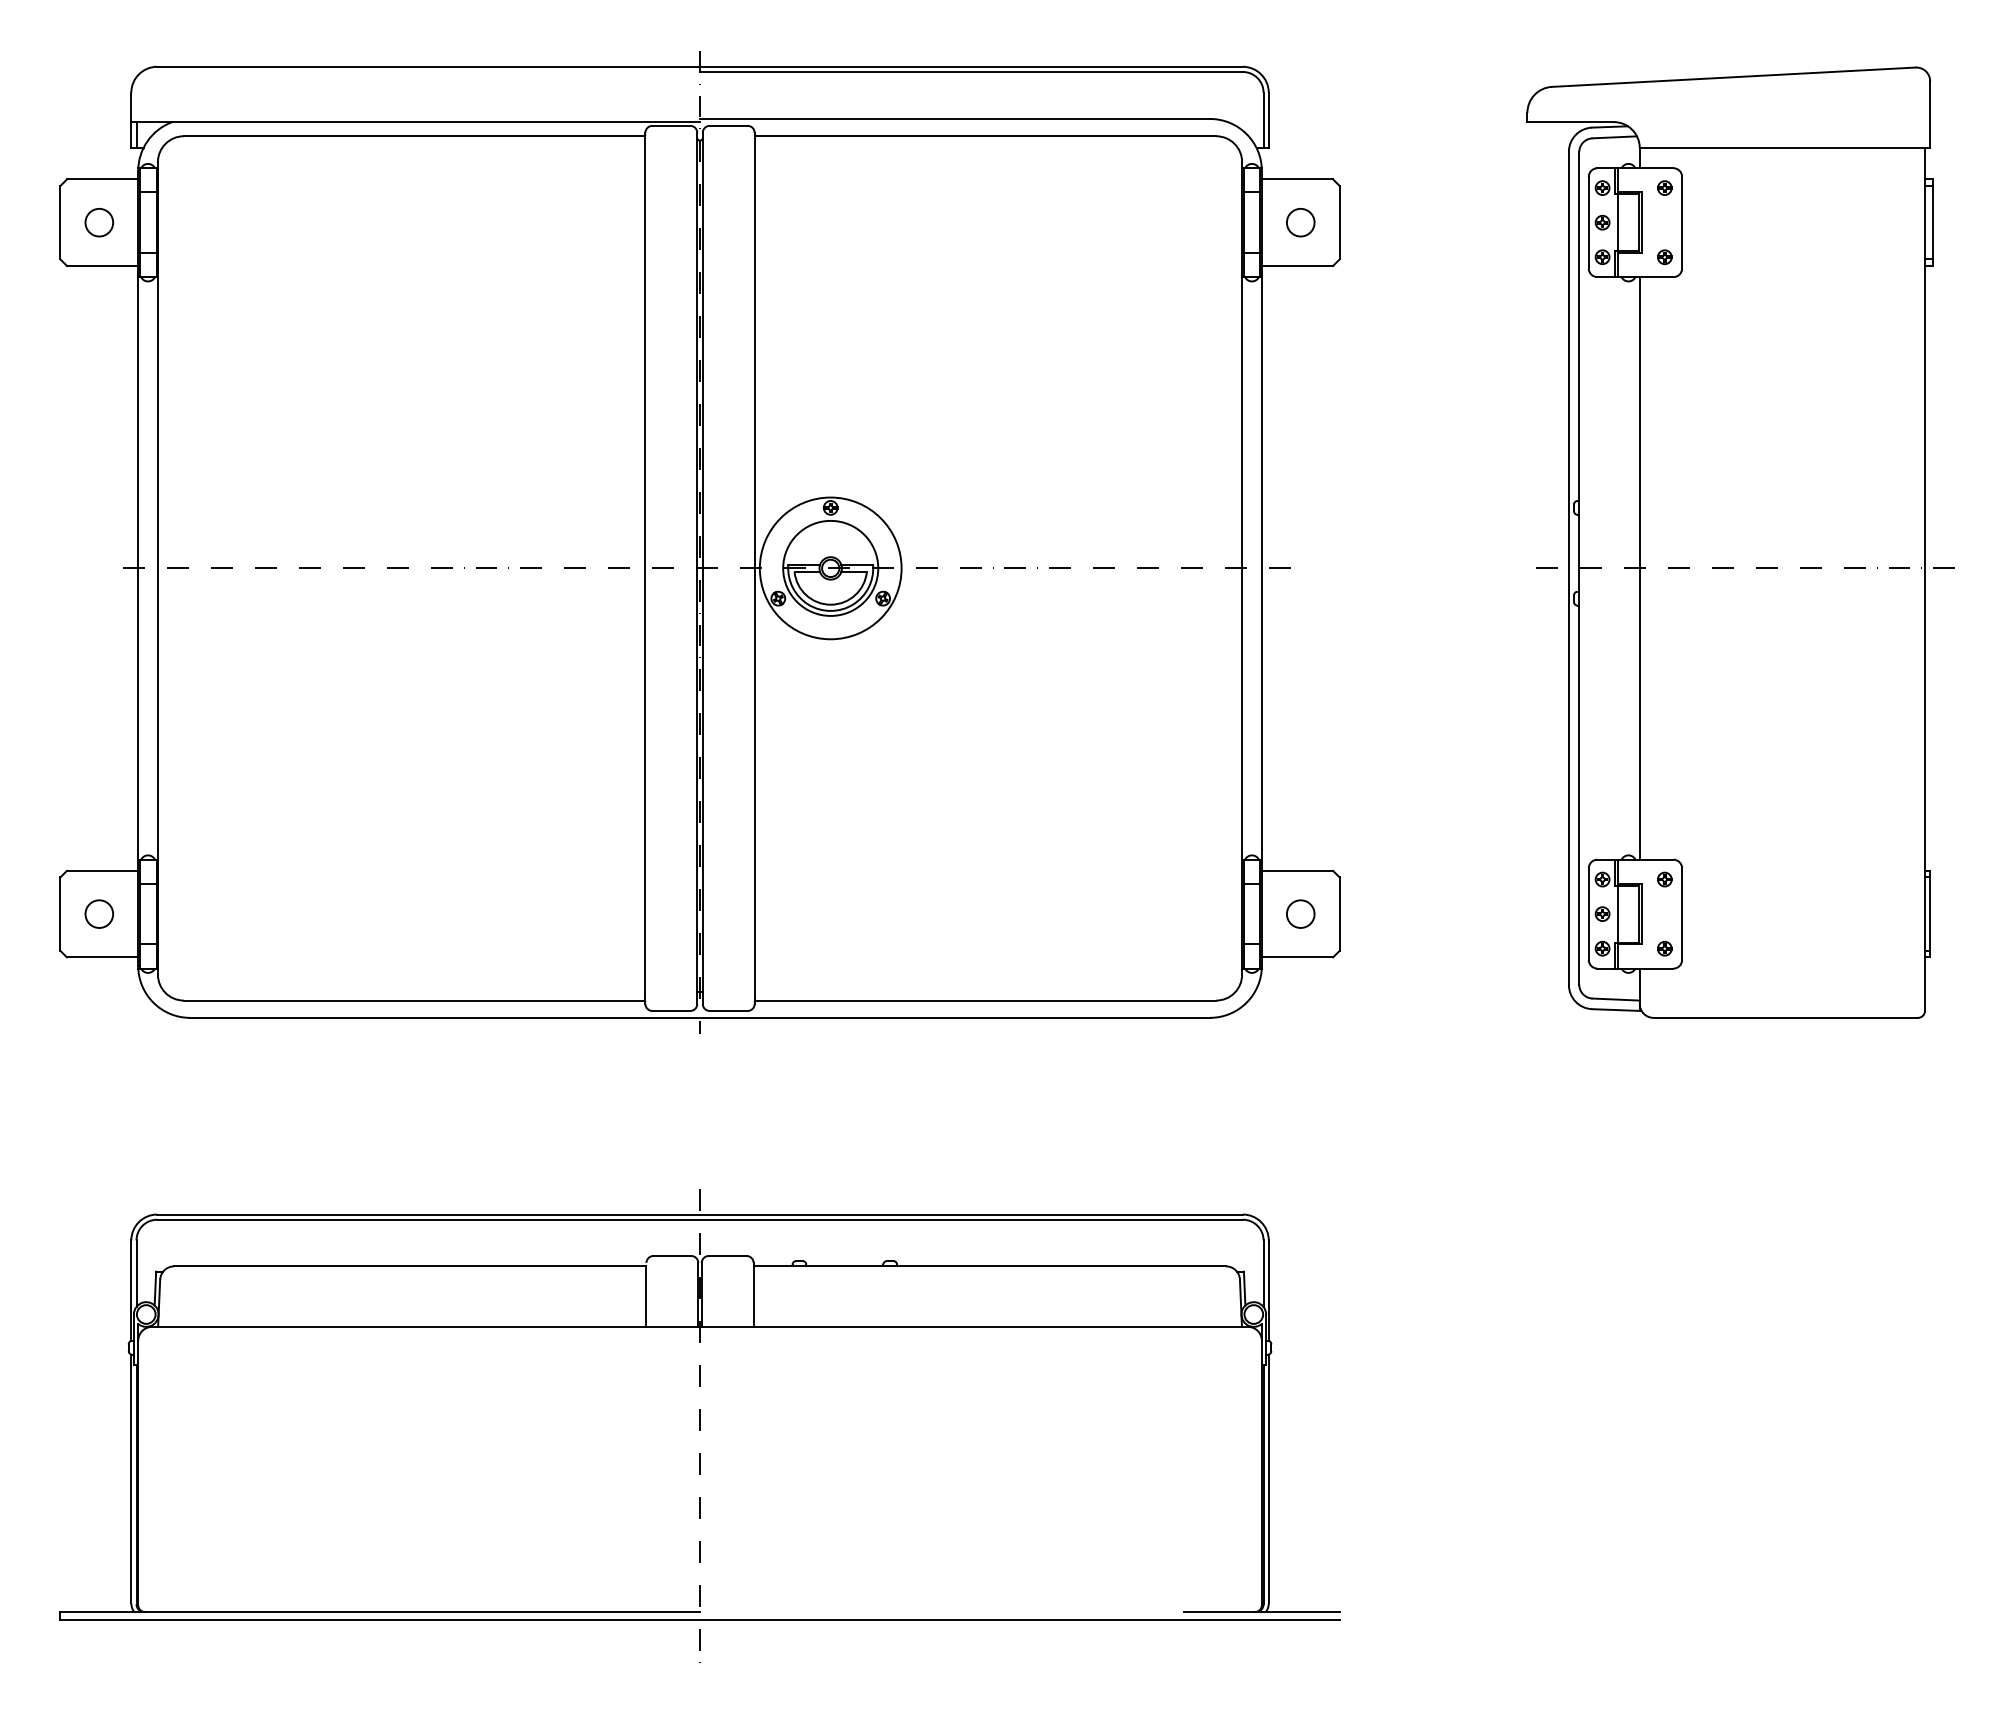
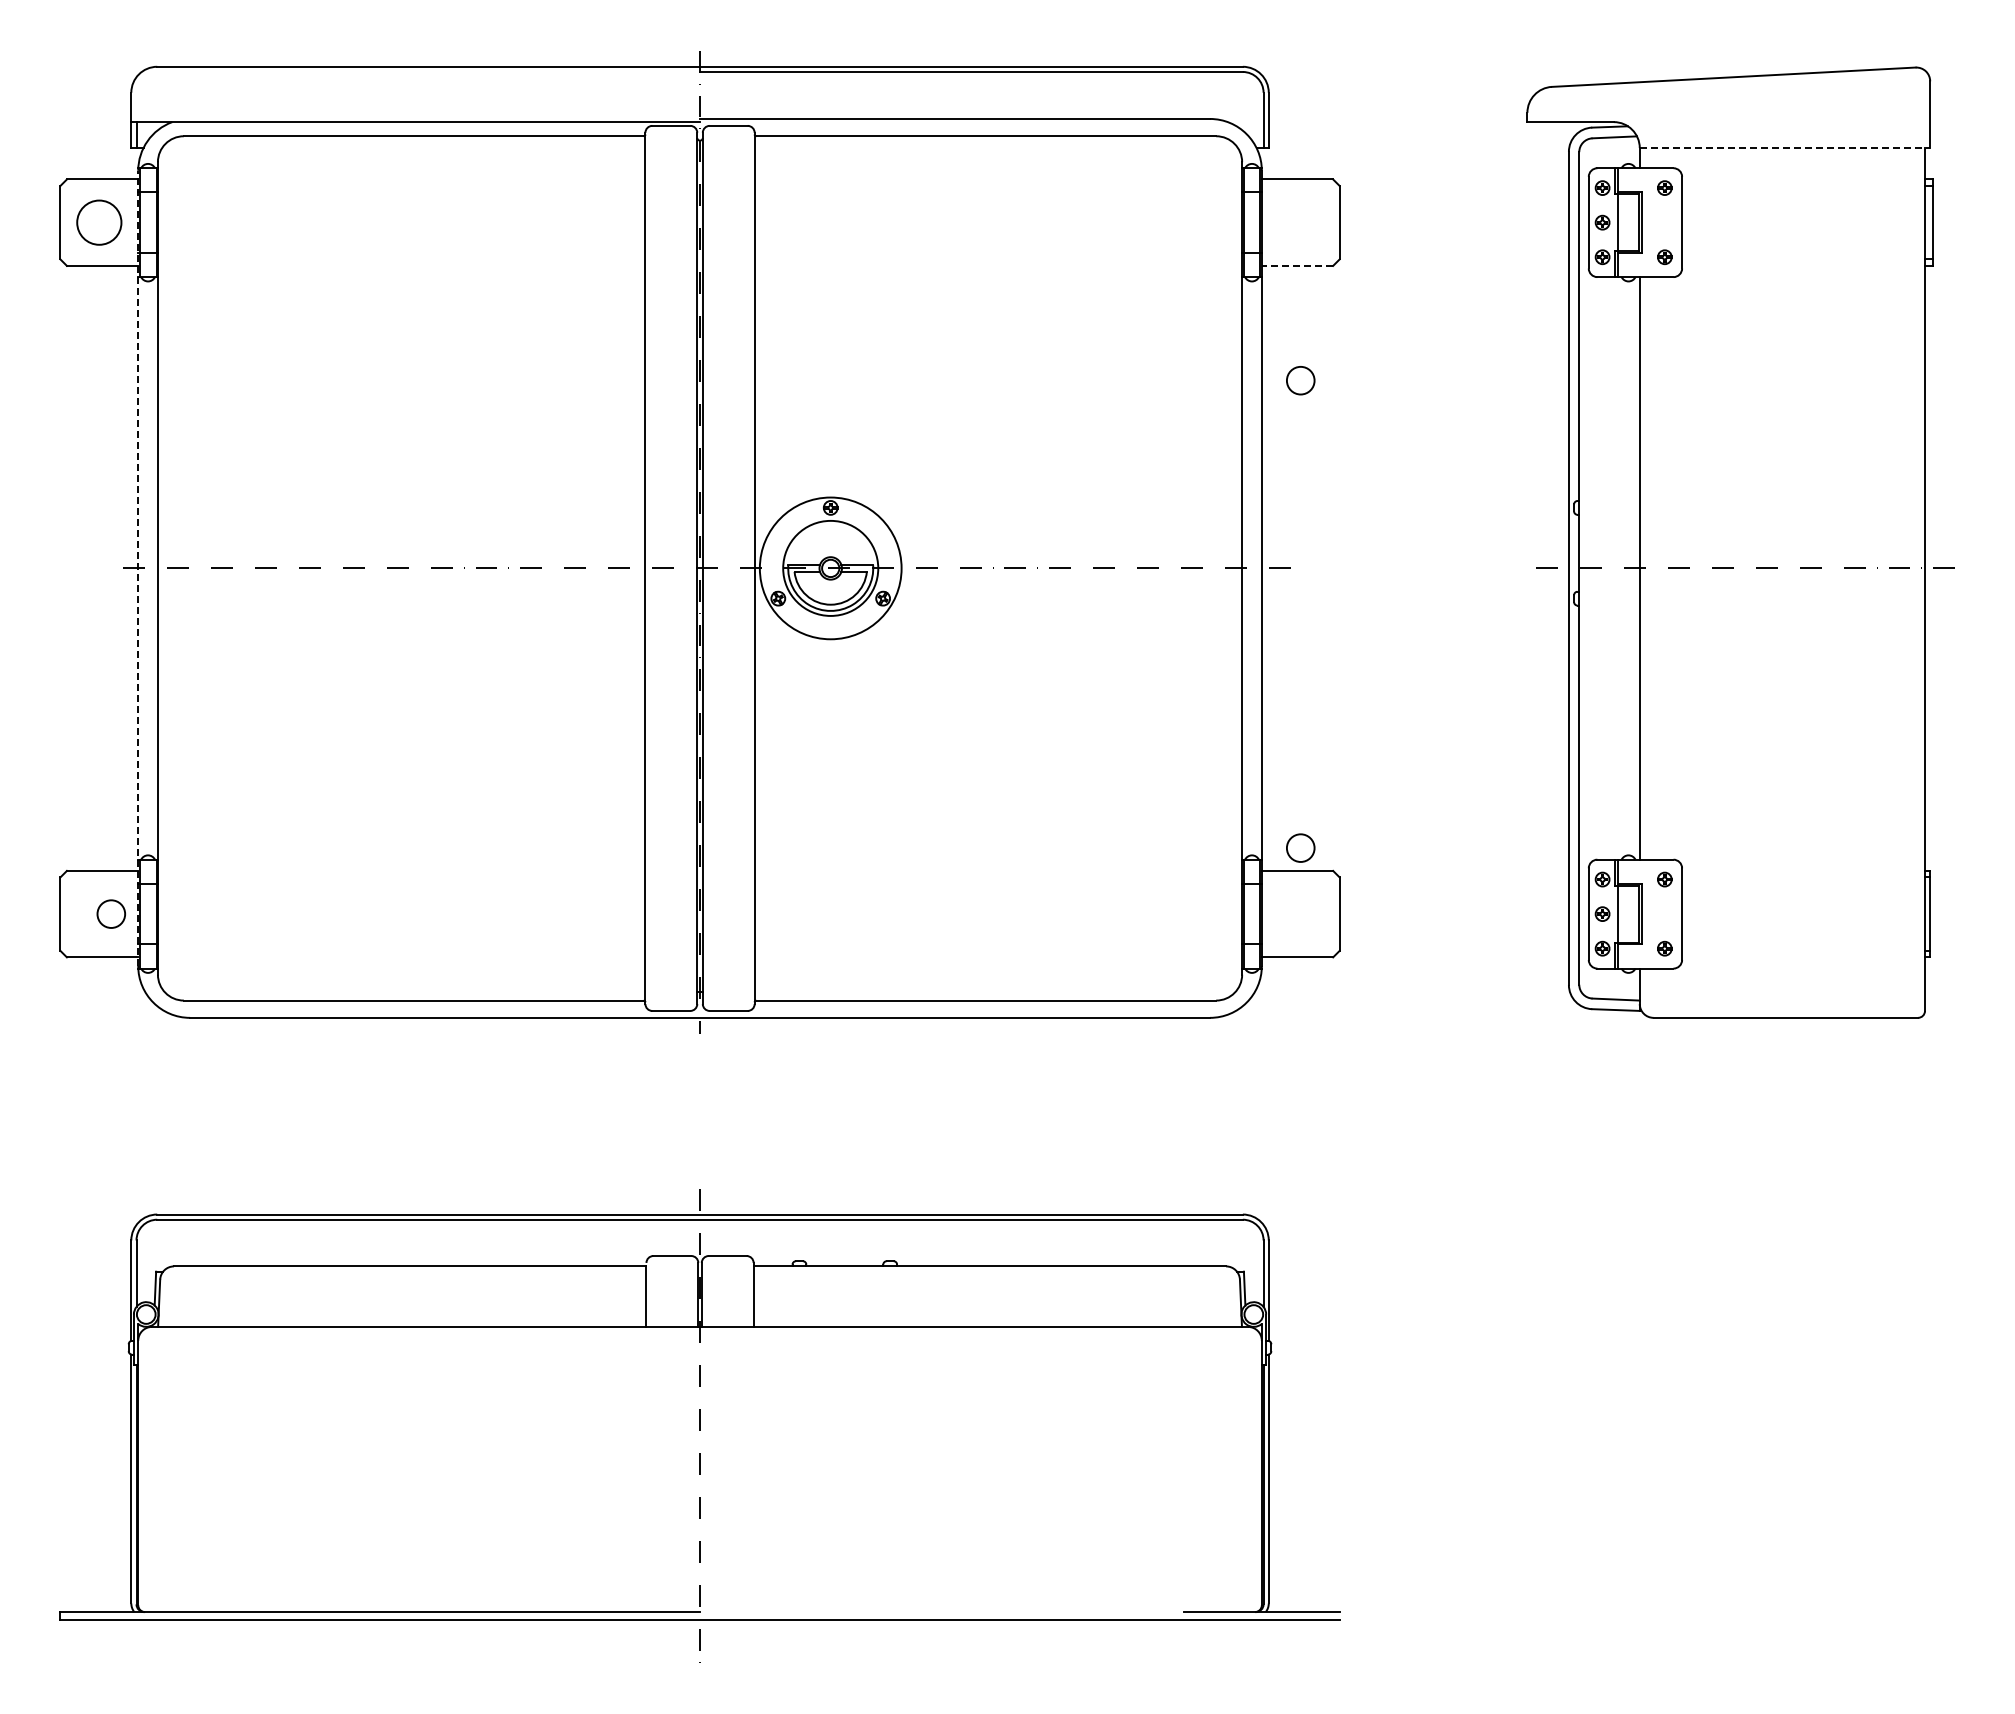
line at (1785, 148): solid -> dashed
circle at (99, 222) diameter: 28 px -> 44 px
circle at (1300, 222) position: (1300, 222) -> (1300, 380)
line at (1297, 265): solid -> dashed
line at (138, 568): solid -> dashed
circle at (98, 913) position: (98, 913) -> (110, 913)
circle at (1300, 913) position: (1300, 913) -> (1300, 847)
